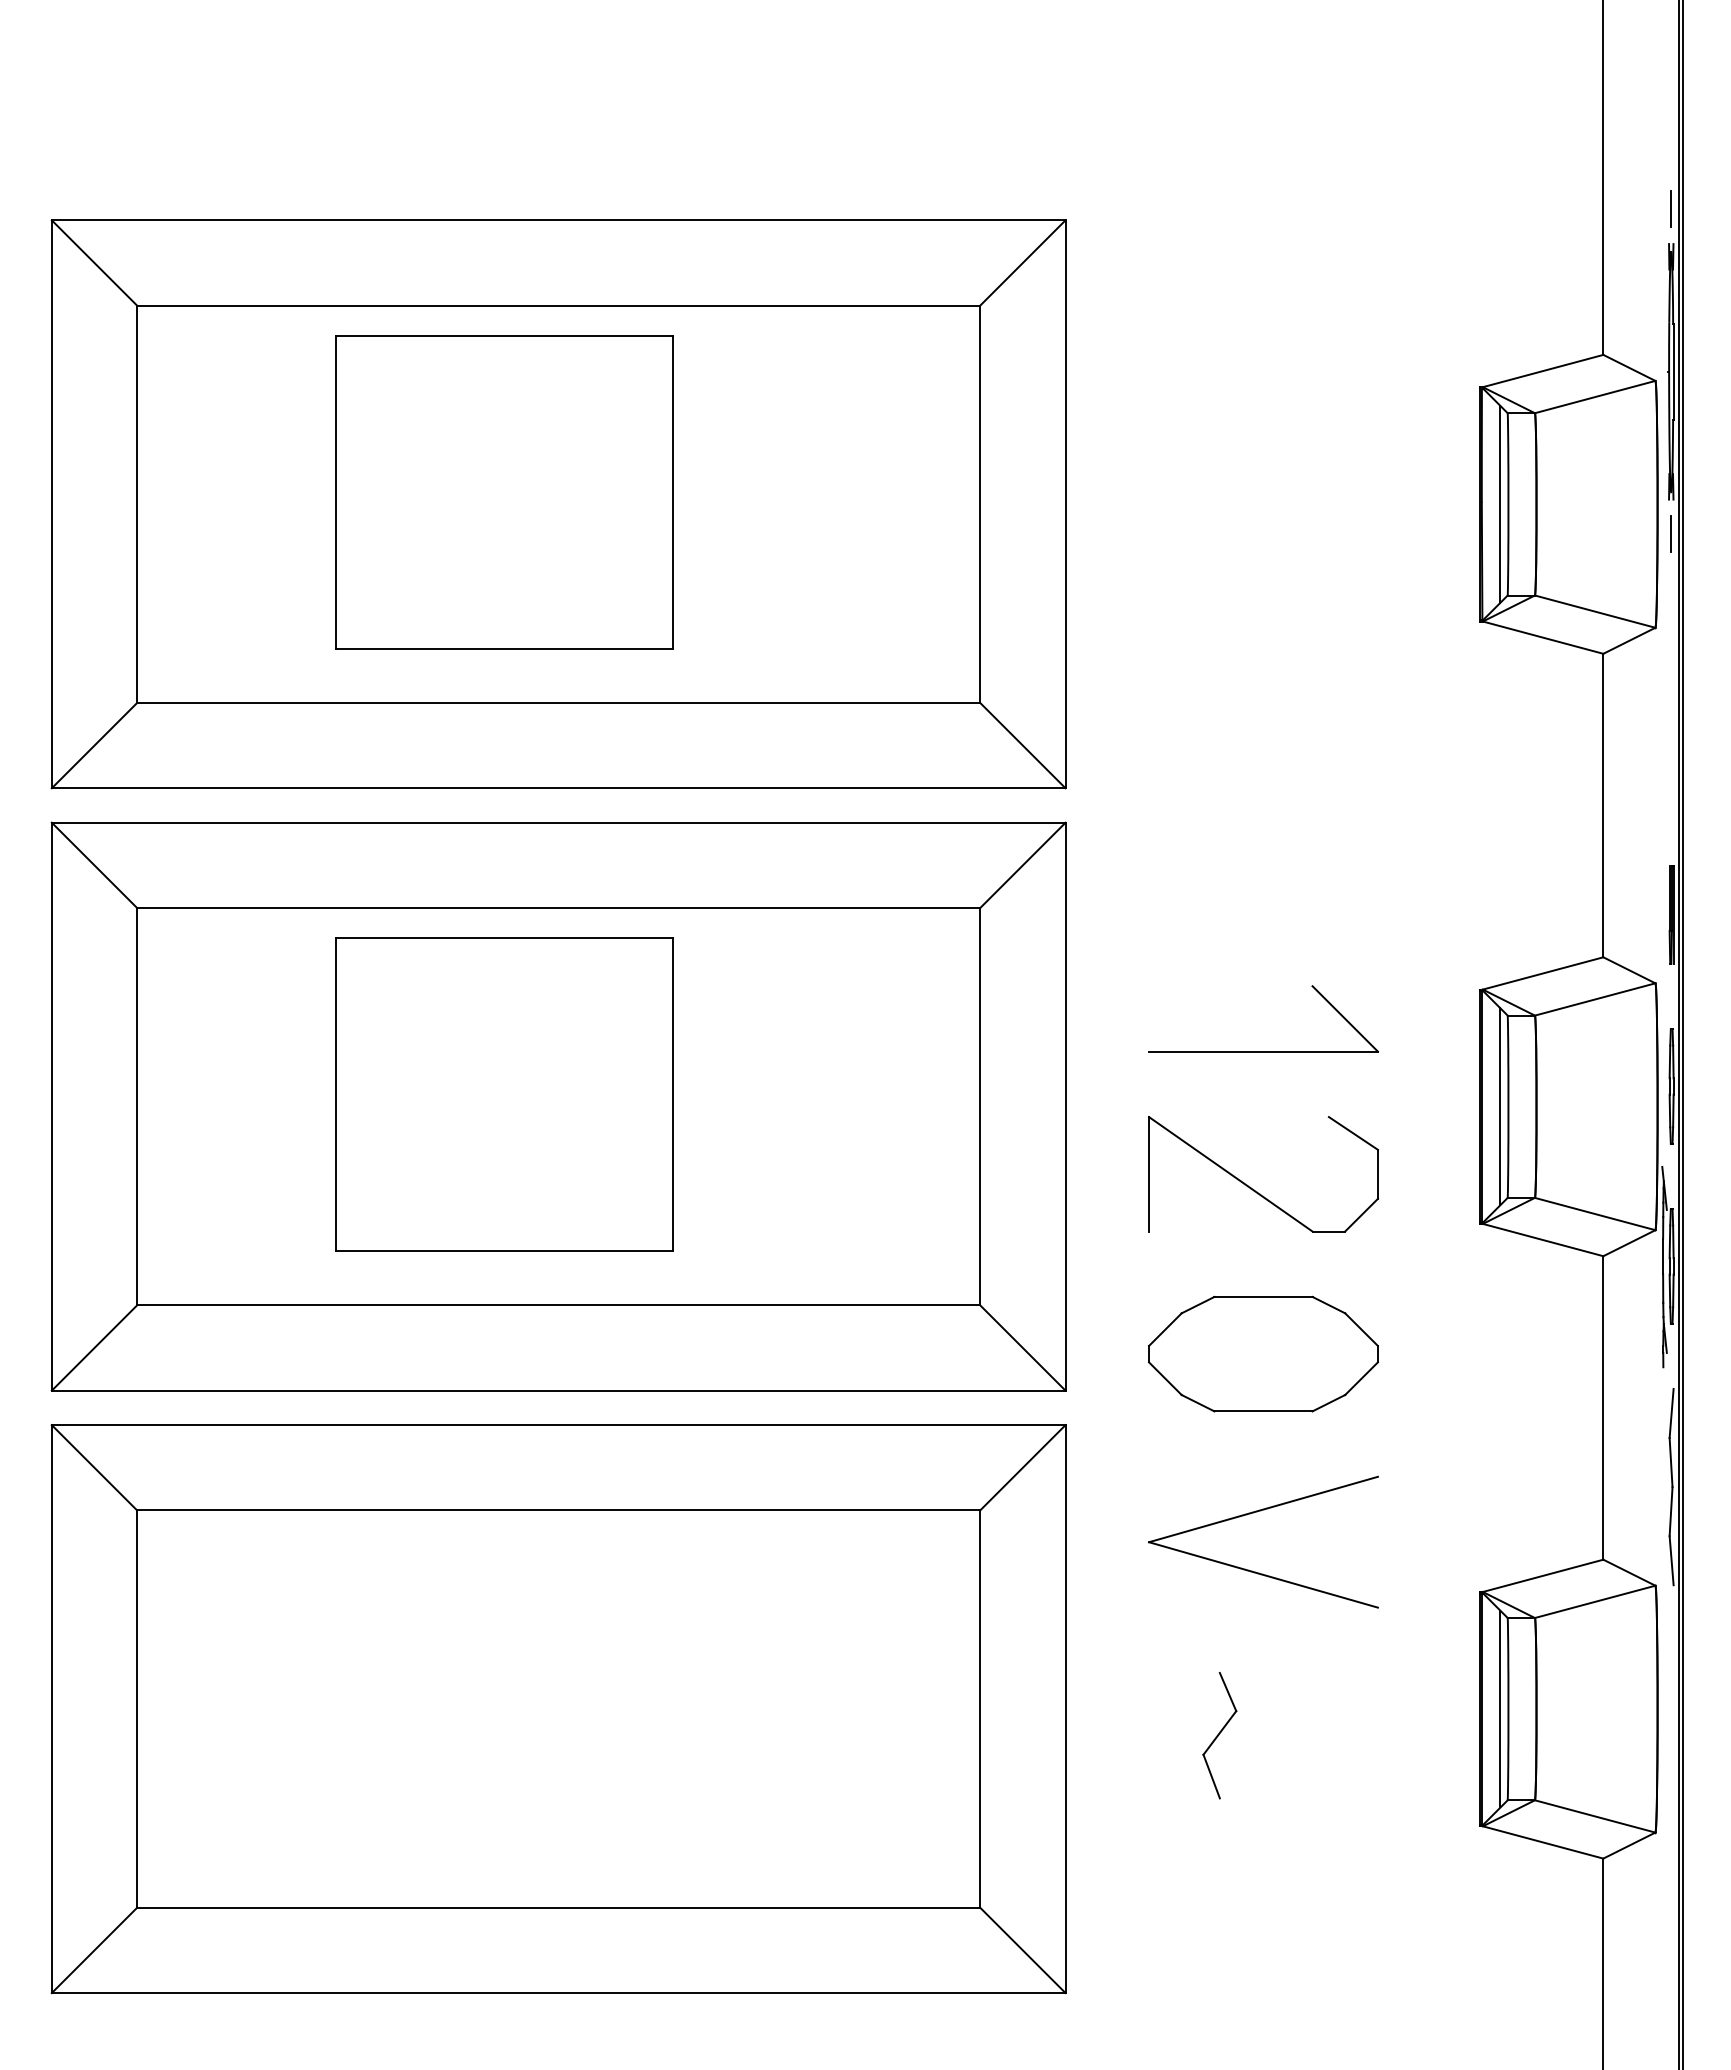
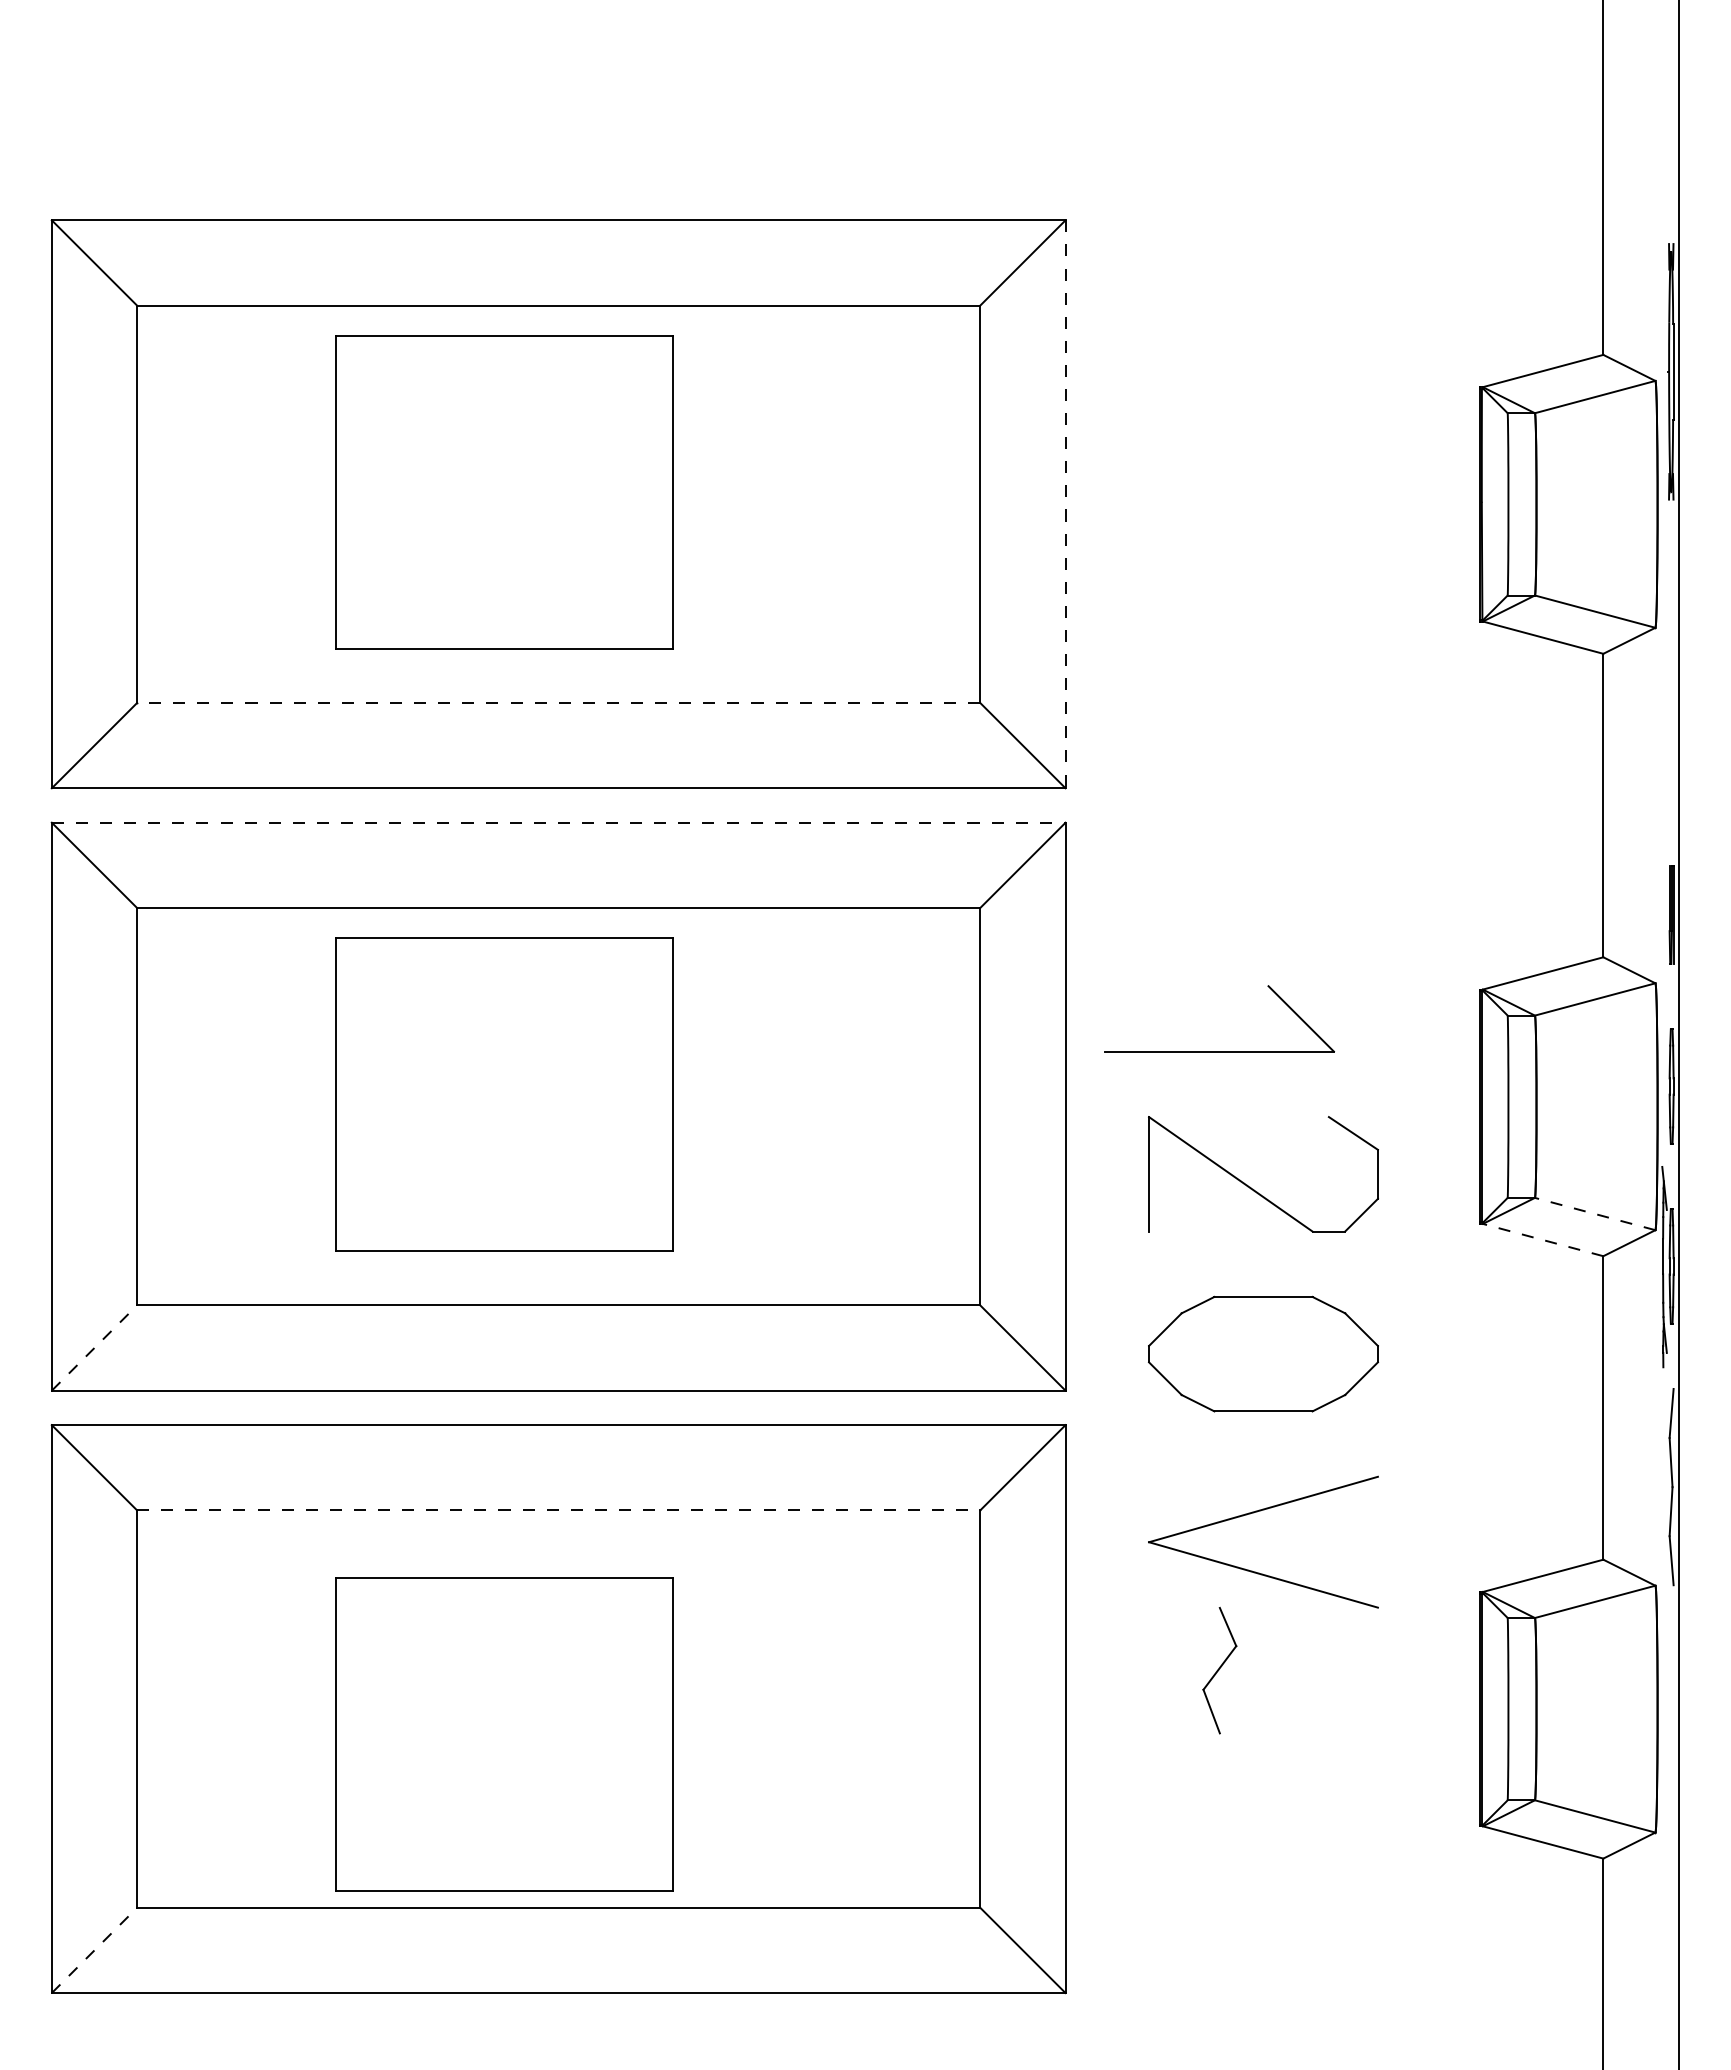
line at (1671, 209): present -> none
line at (1500, 503): present -> none
line at (1065, 504): solid -> dashed
line at (1671, 534): present -> none
line at (558, 703): solid -> dashed
line at (558, 822): solid -> dashed
line at (1683, 1034): present -> none
part at (1263, 1051) position: (1263, 1051) -> (1219, 1051)
line at (1500, 1106): present -> none
line at (1594, 1213): solid -> dashed
line at (1542, 1239): solid -> dashed
line at (94, 1347): solid -> dashed
line at (558, 1510): solid -> dashed
line at (1500, 1708): present -> none
part at (504, 1734): none -> present
part at (1219, 1735) position: (1219, 1735) -> (1219, 1670)
line at (94, 1950): solid -> dashed
